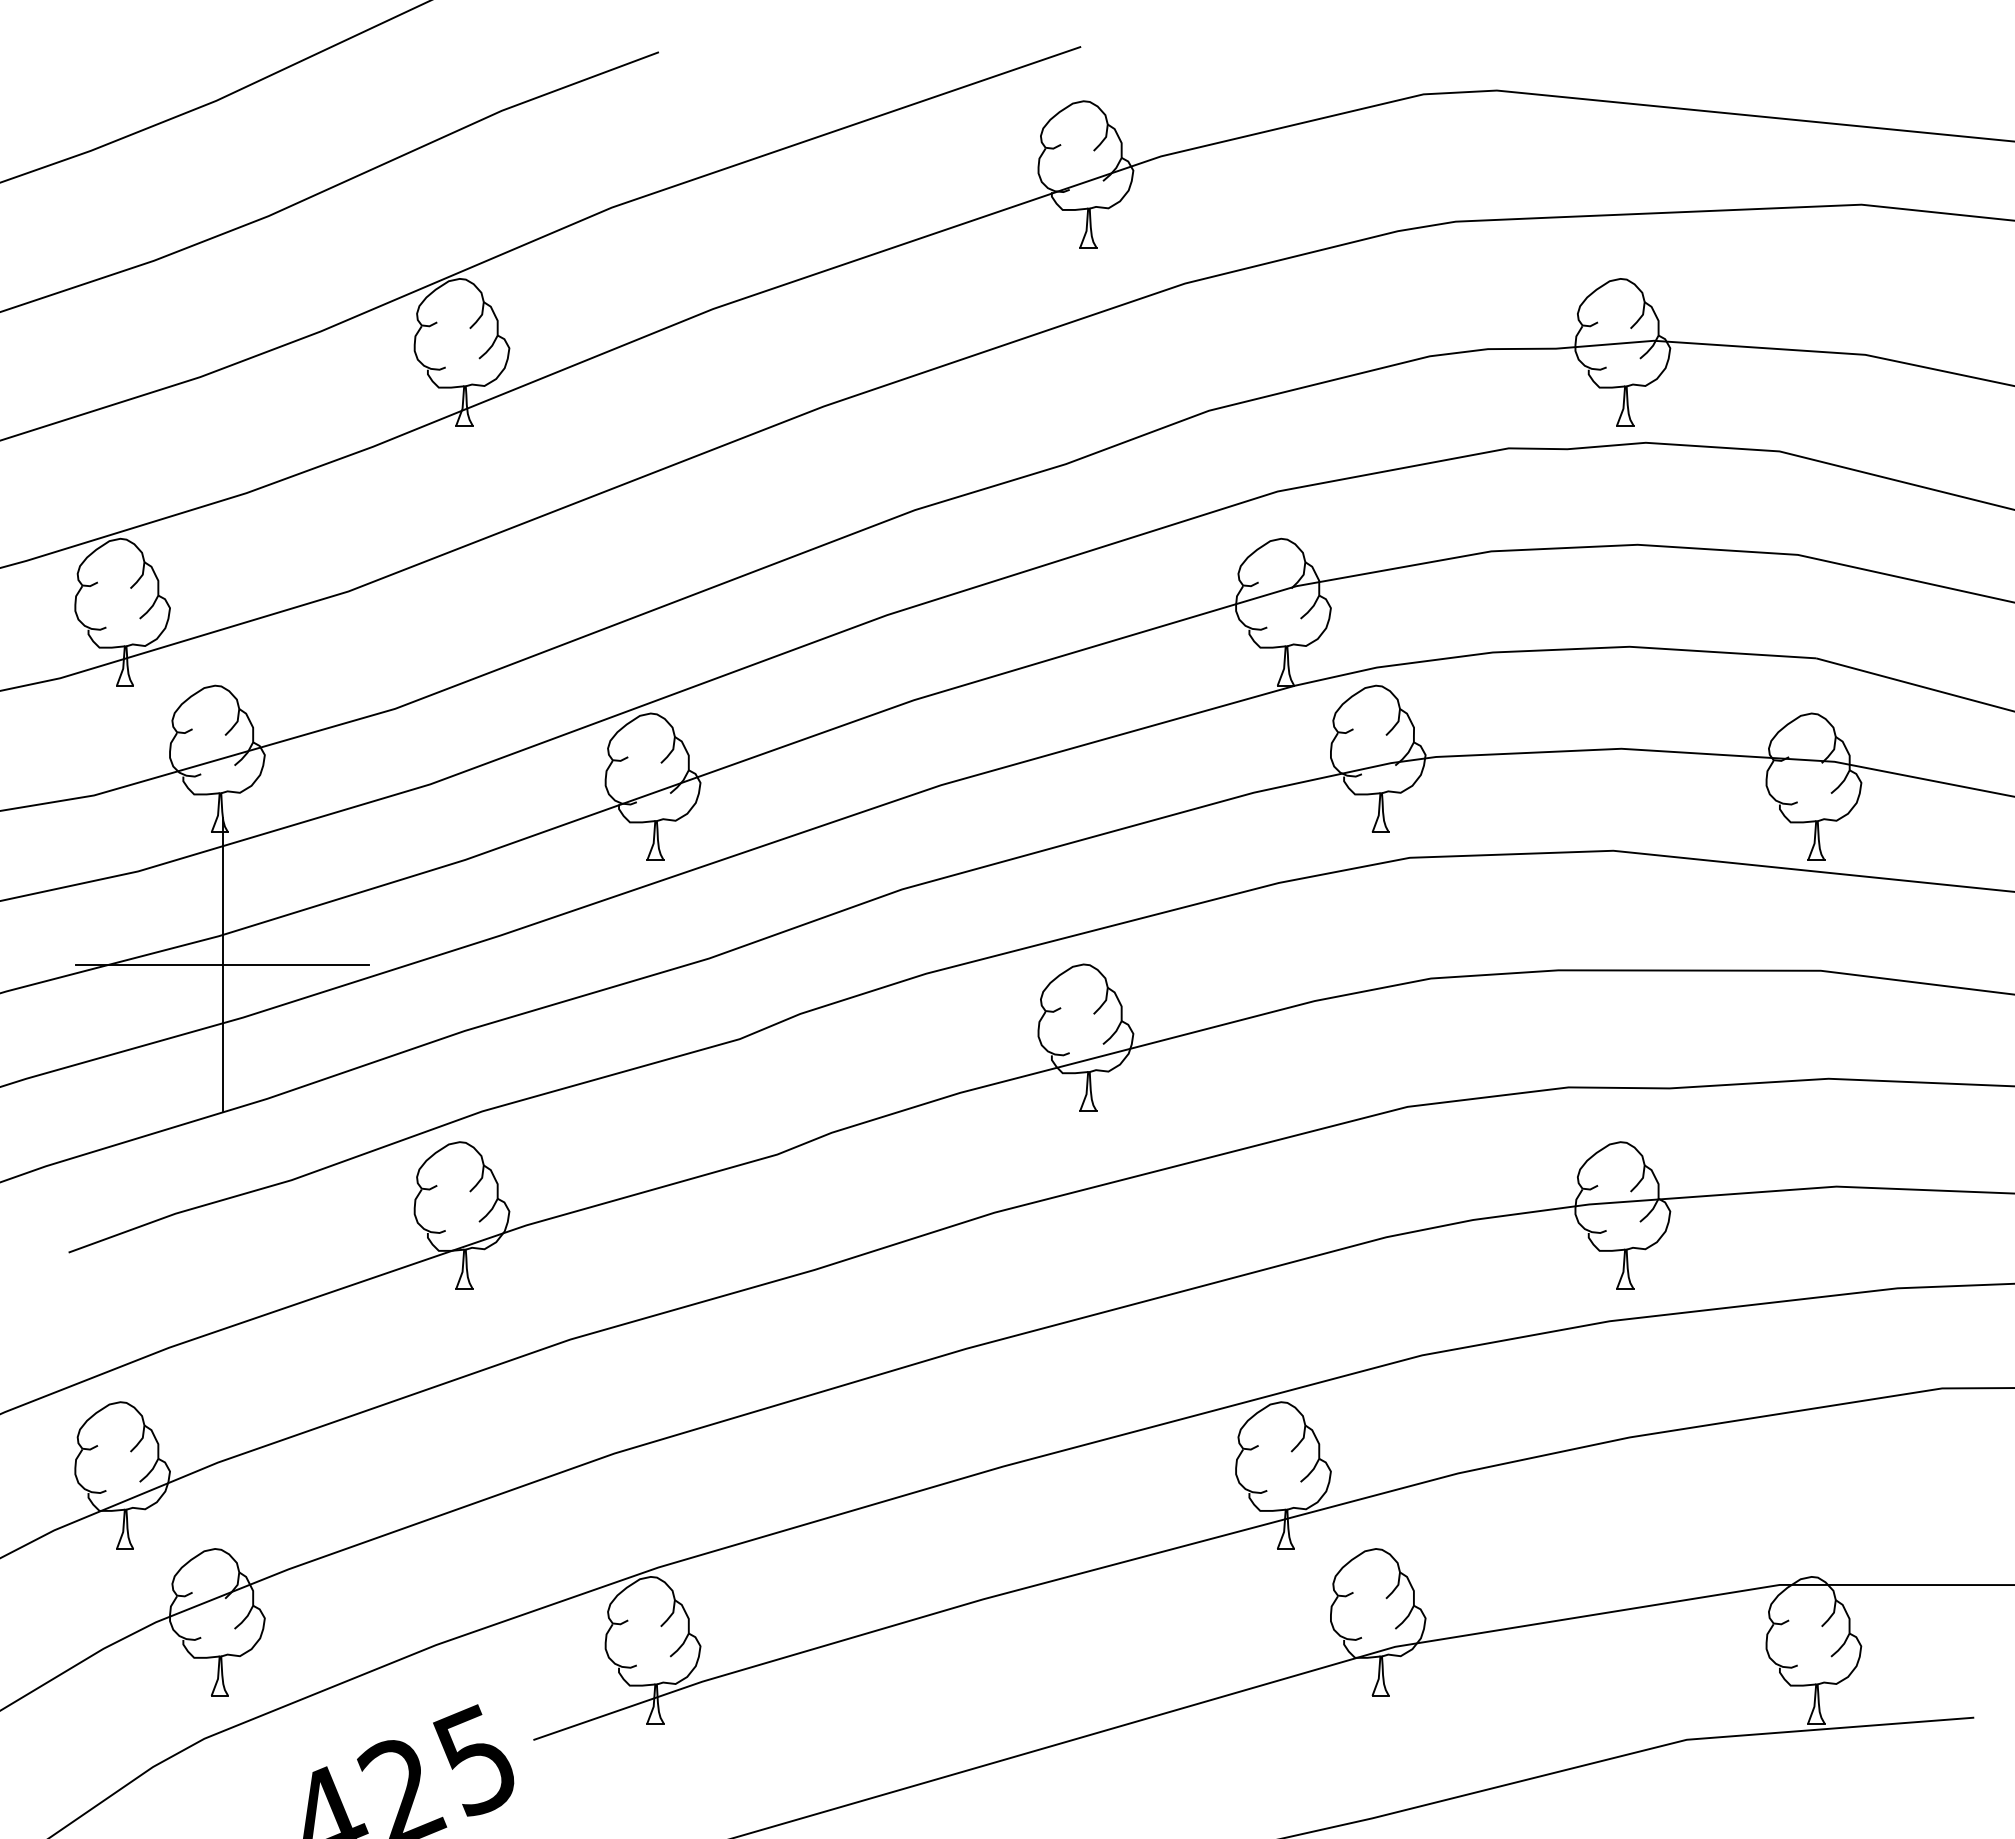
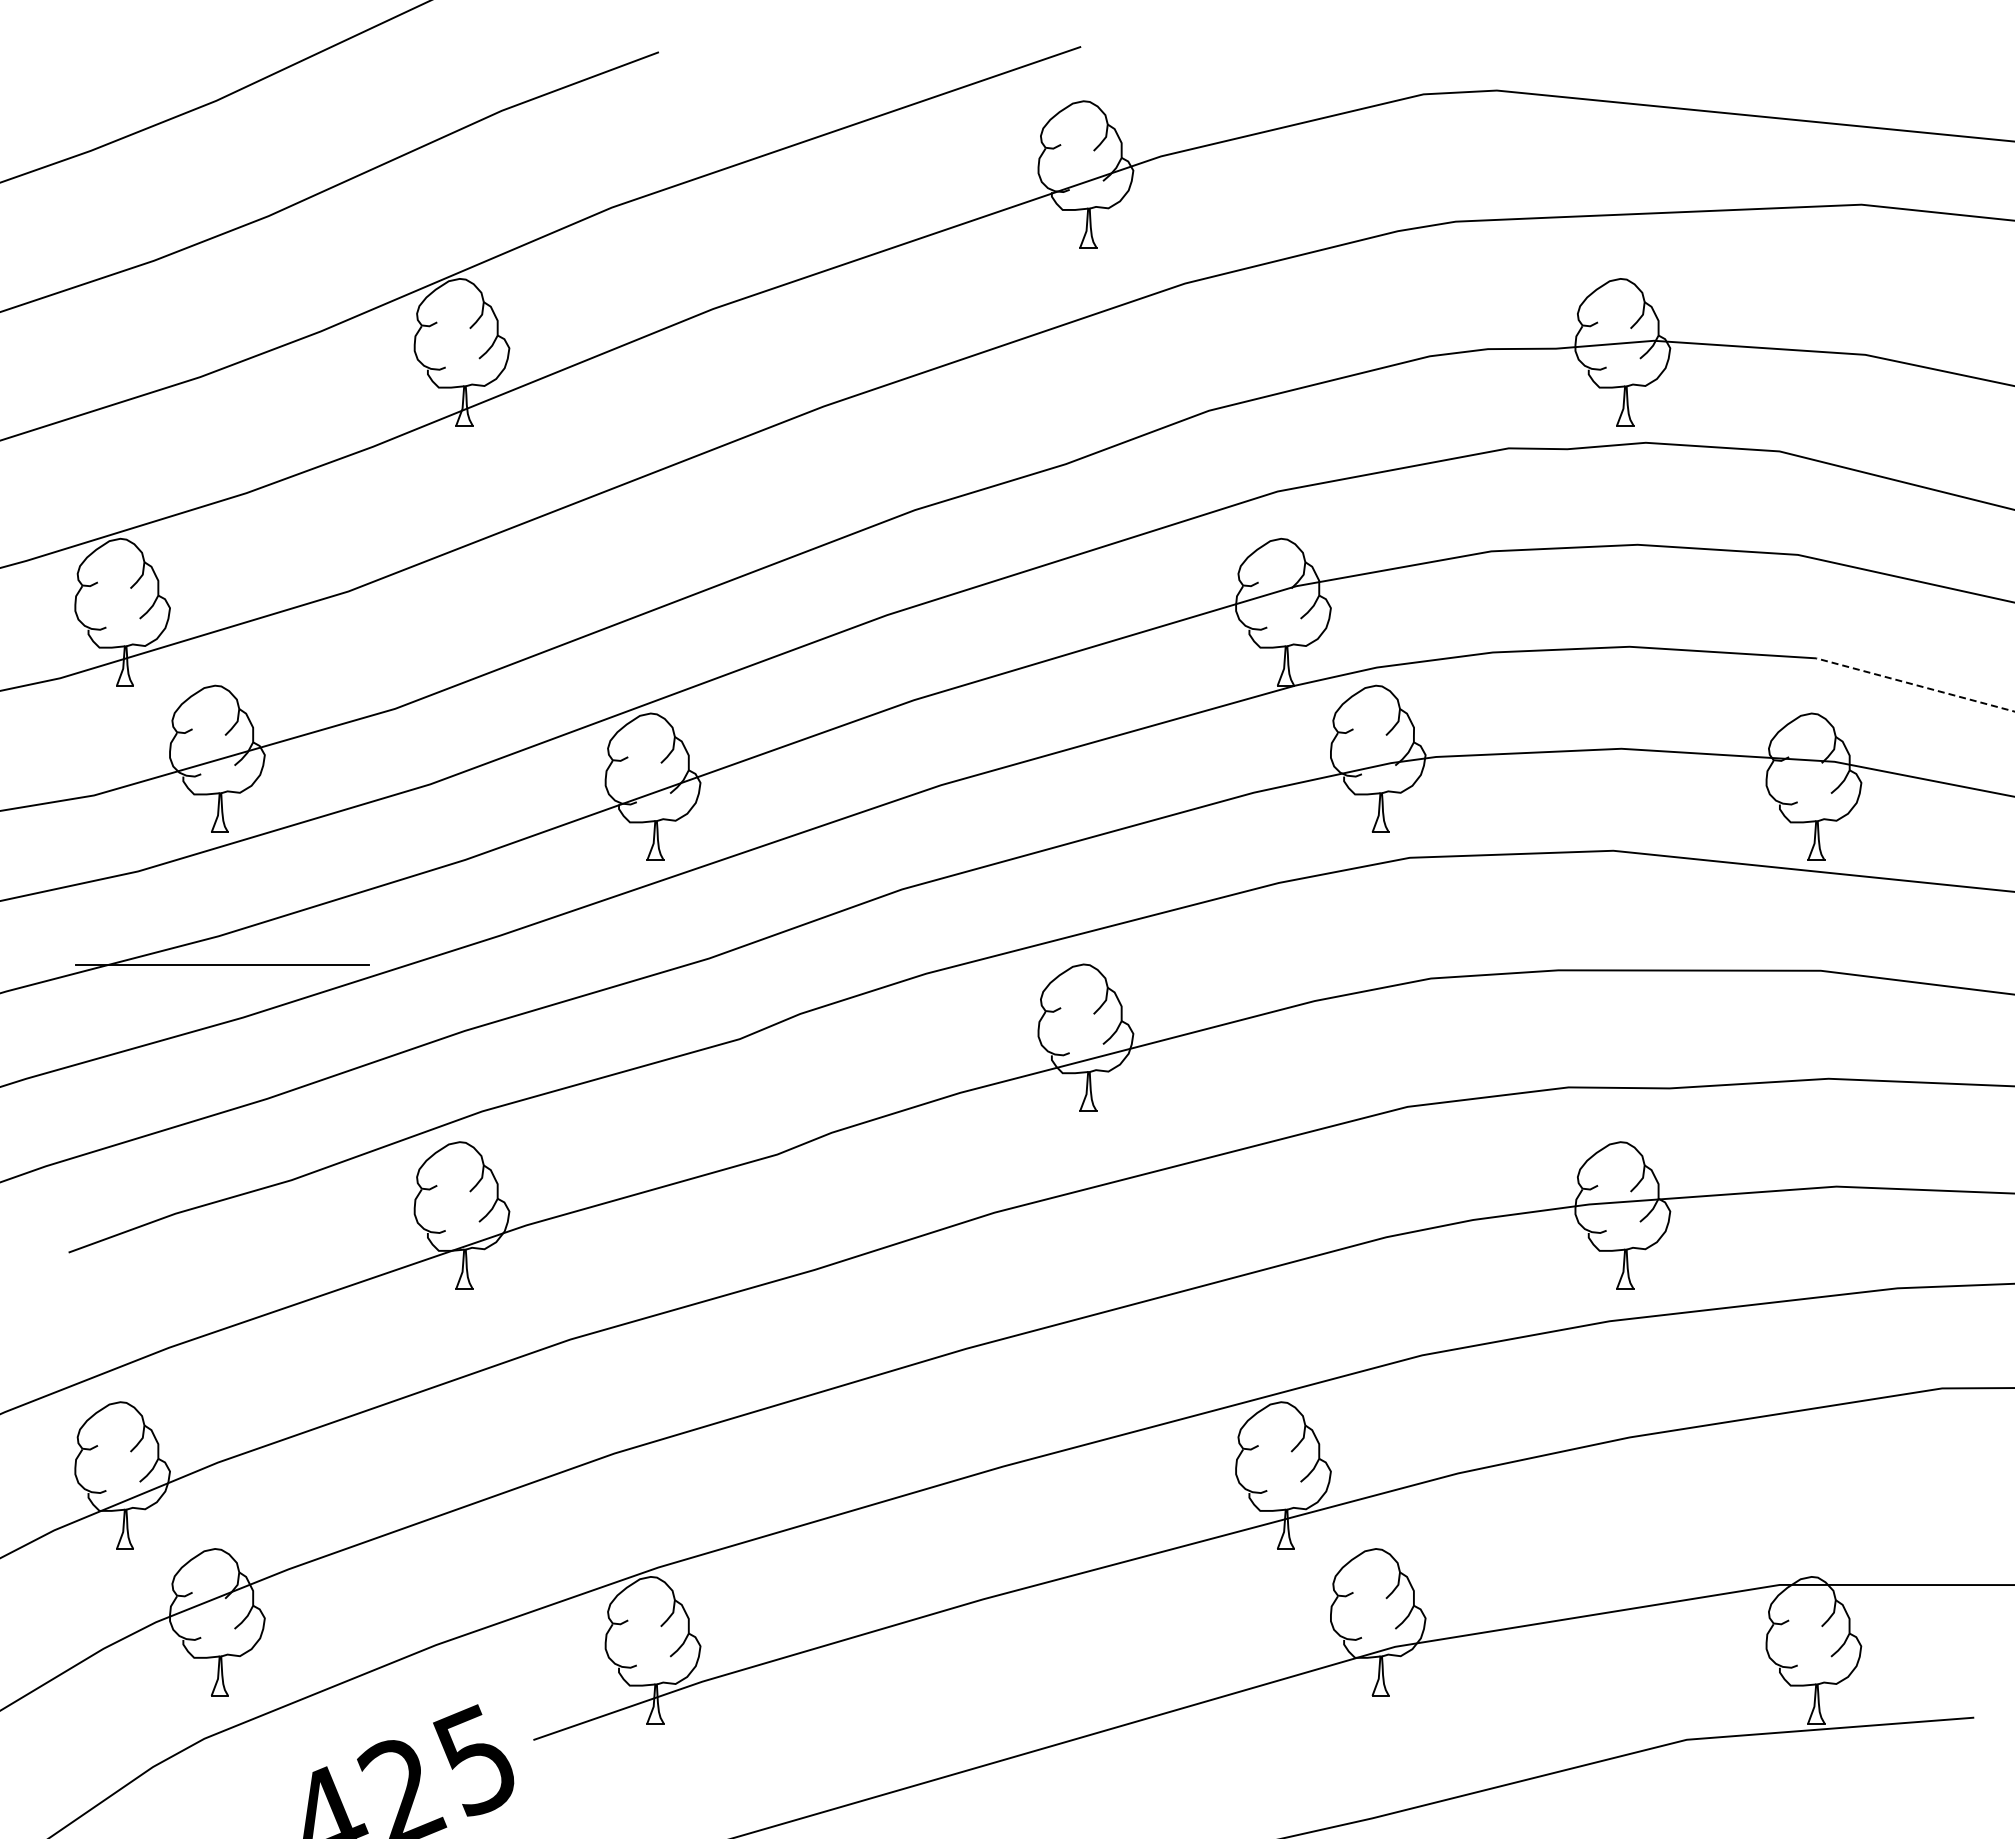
line at (1915, 684): solid -> dashed
line at (222, 964): present -> none
